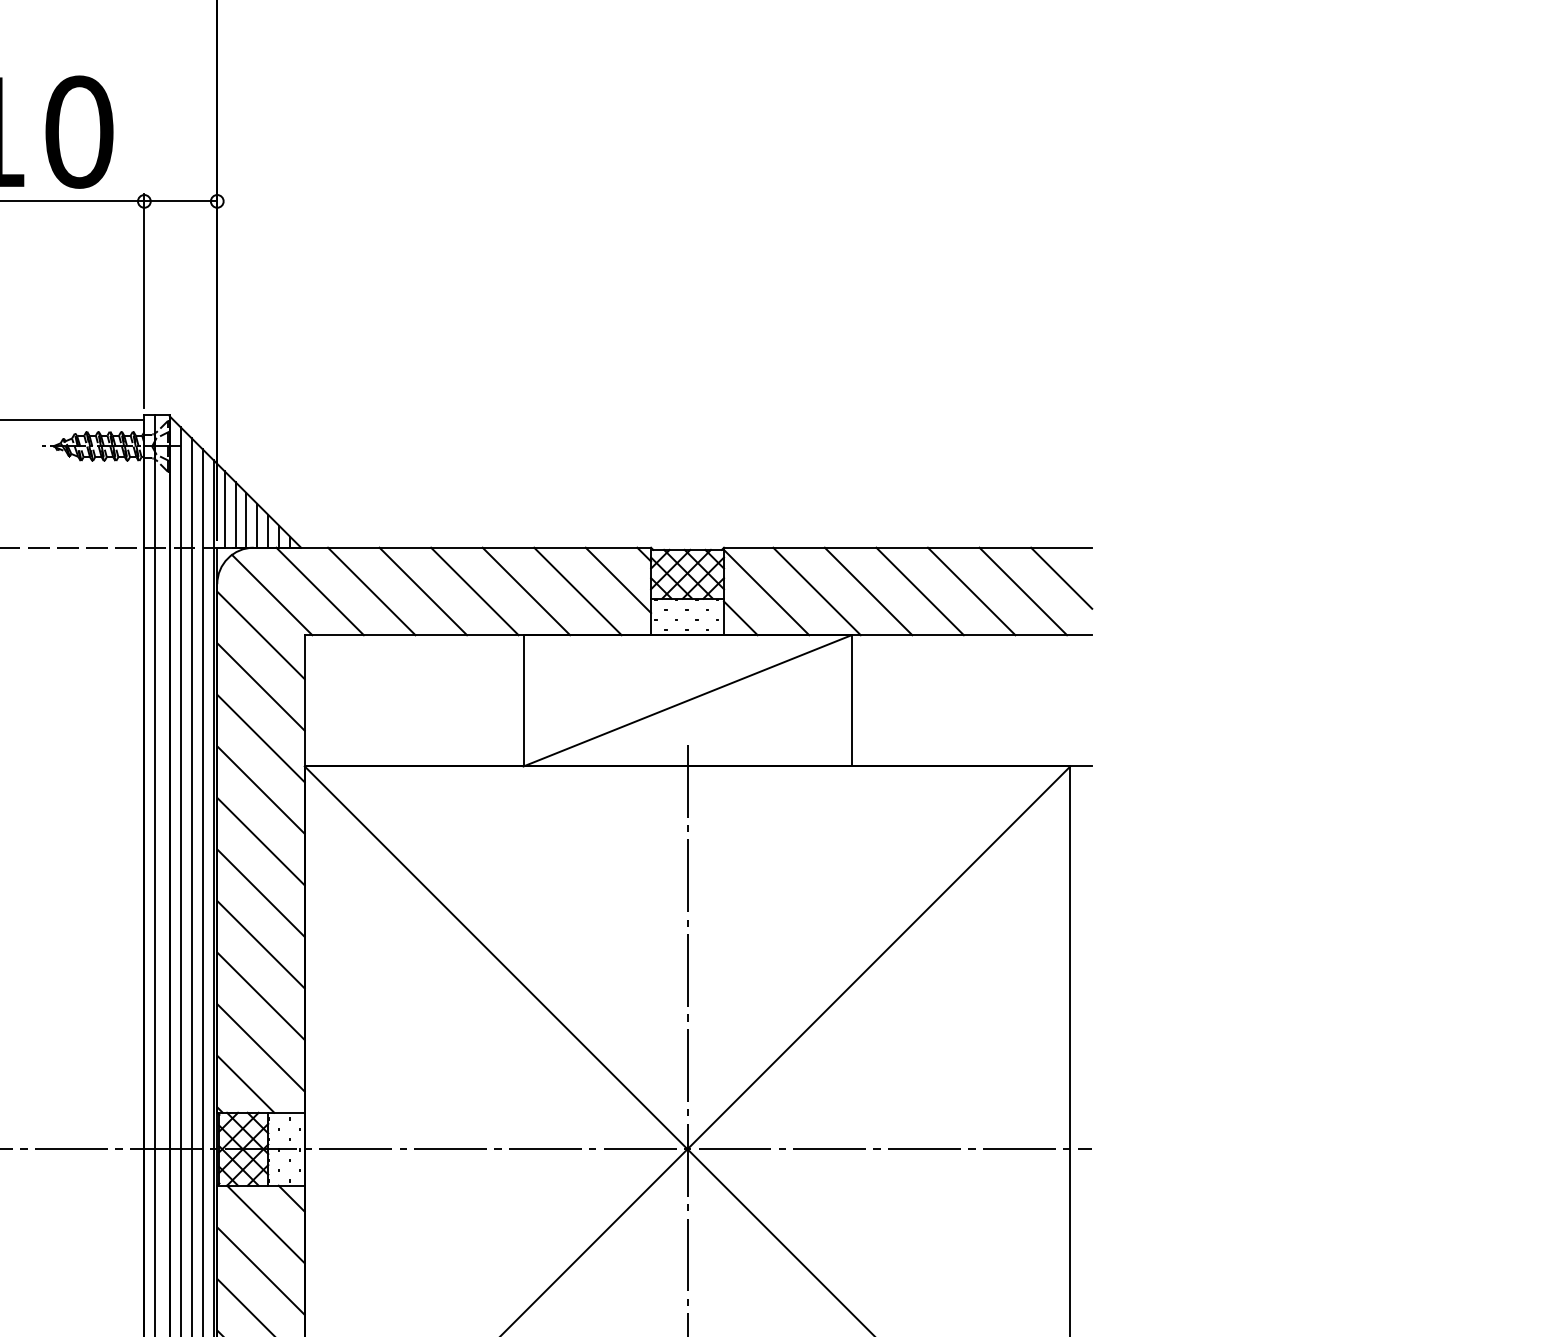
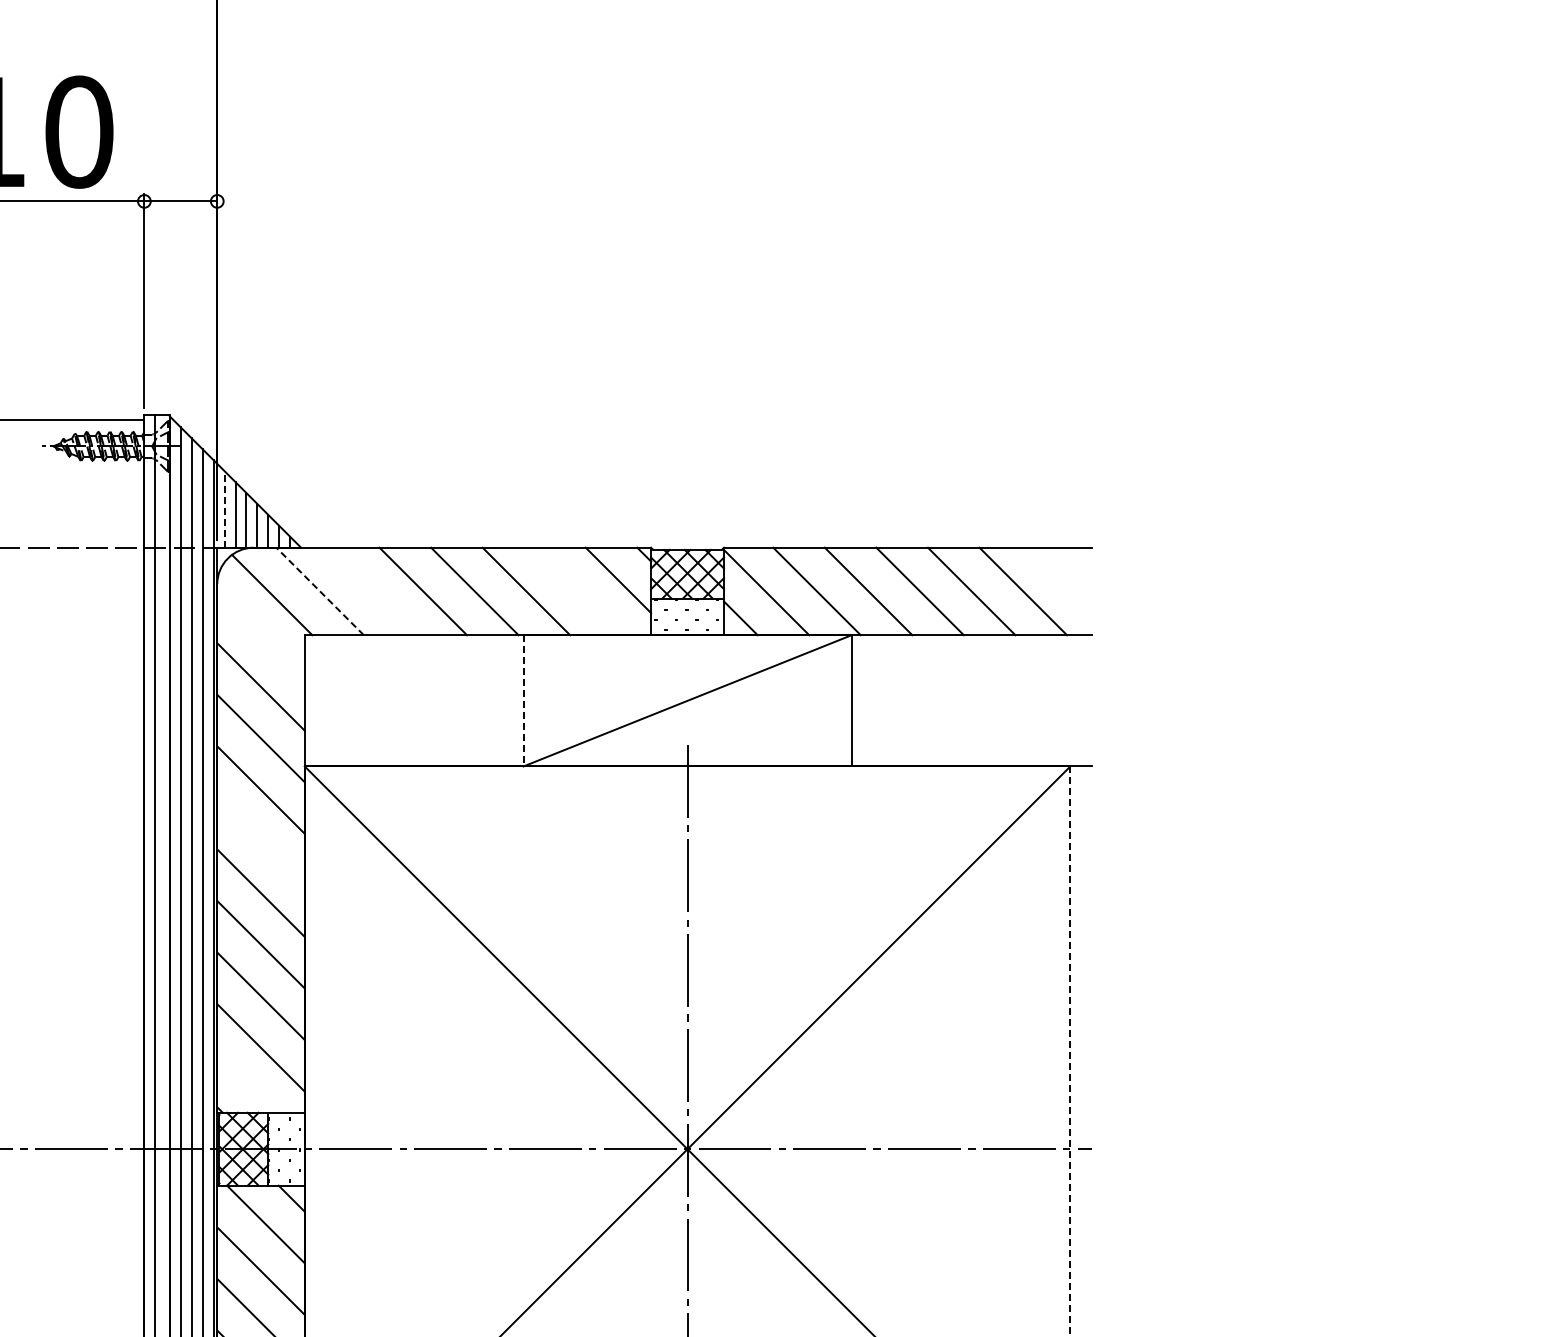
line at (224, 508): solid -> dashed
line at (1061, 577): present -> none
line at (320, 591): solid -> dashed
line at (371, 591): present -> none
line at (577, 591): present -> none
line at (260, 635): present -> none
line at (523, 700): solid -> dashed
line at (260, 841): present -> none
line at (1070, 1051): solid -> dashed
line at (245, 1083): present -> none
